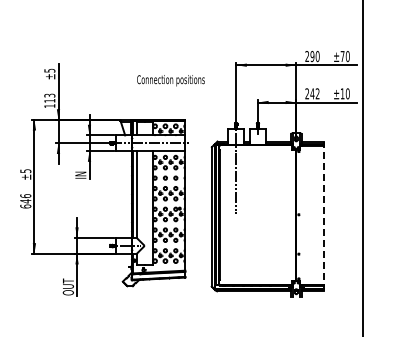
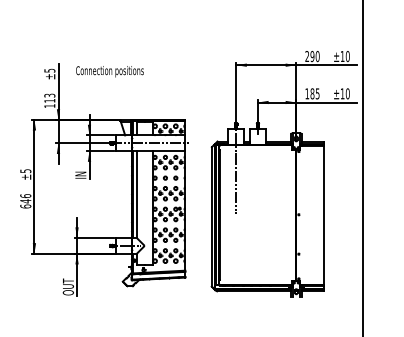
text at (342, 56): ±70 -> ±10
text at (170, 80) position: (170, 80) -> (109, 71)
text at (312, 93): 242 -> 185
line at (324, 216): dashed -> solid
